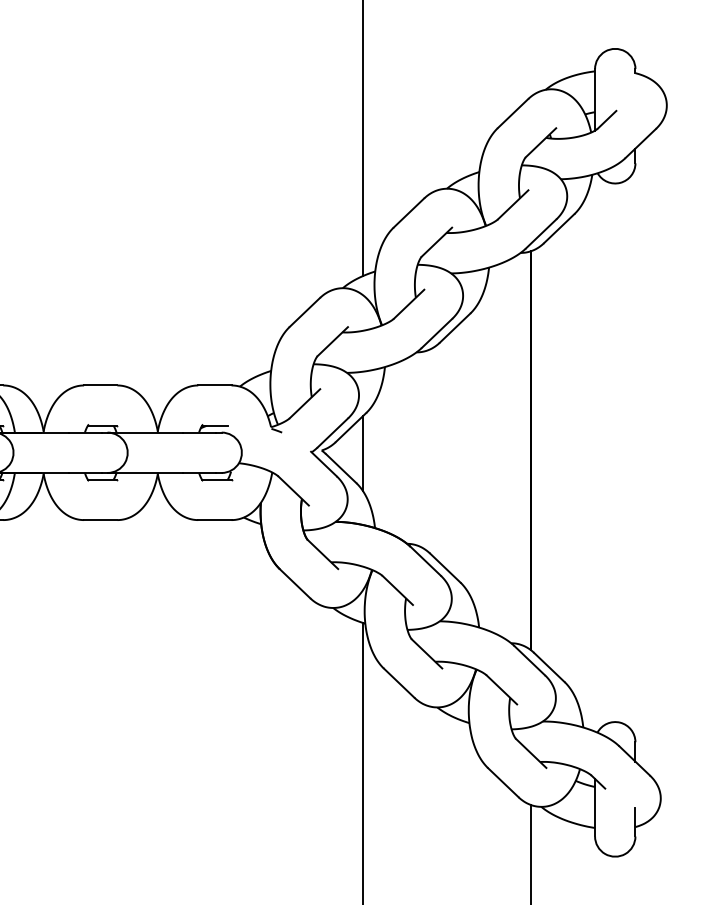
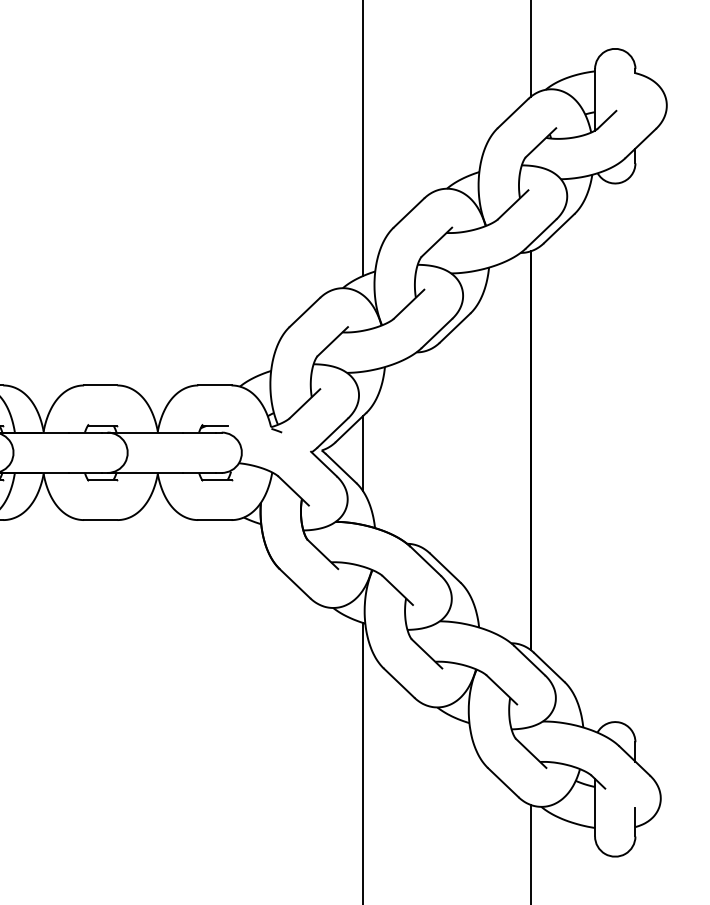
line at (531, 49): none -> present
